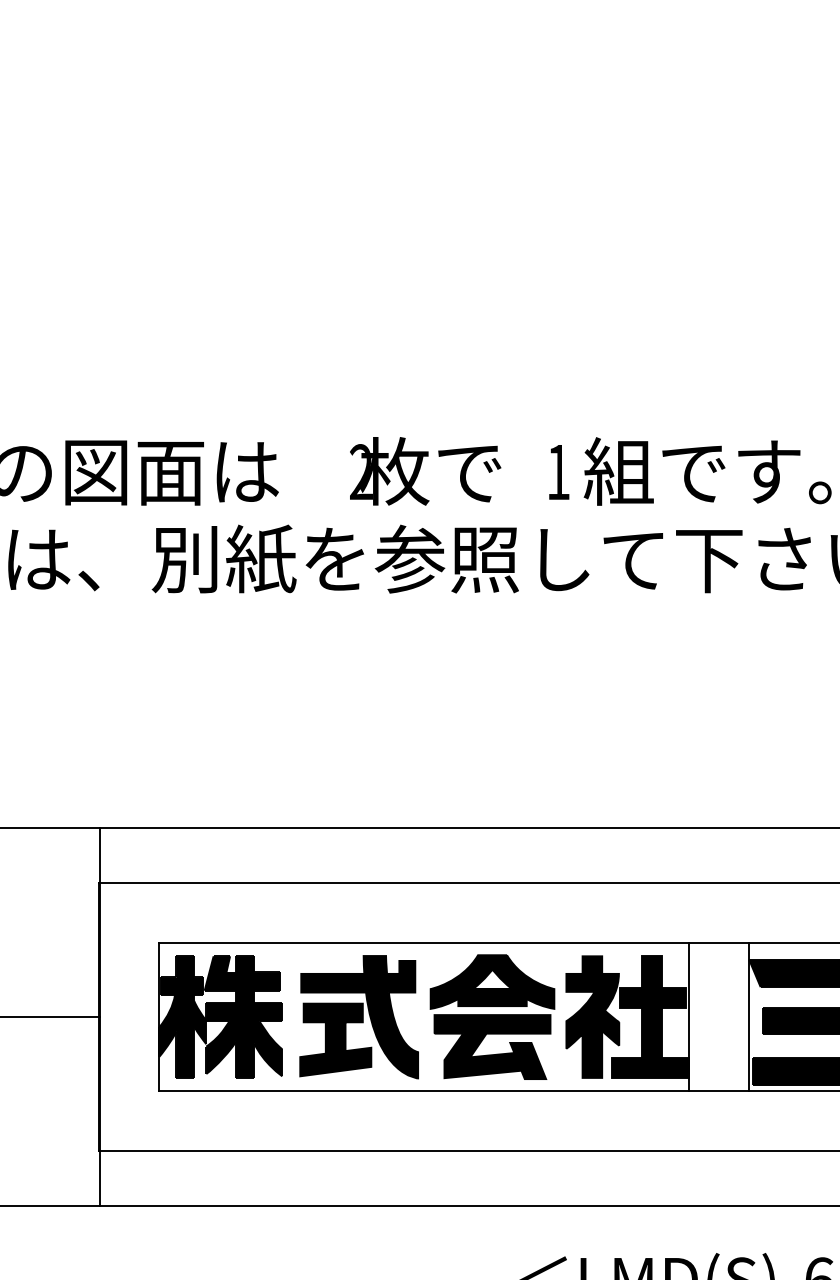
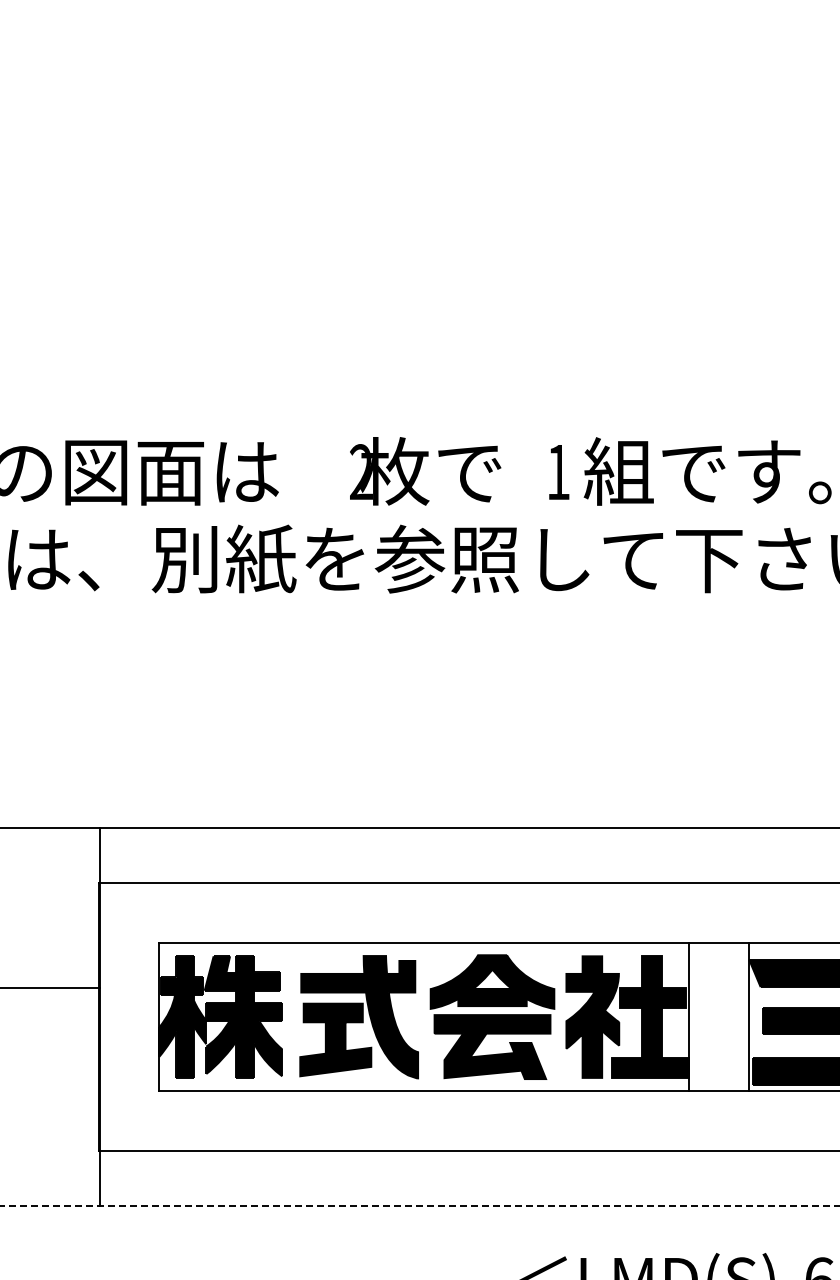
line at (50, 1017) position: (50, 1017) -> (50, 988)
line at (420, 1206): solid -> dashed
